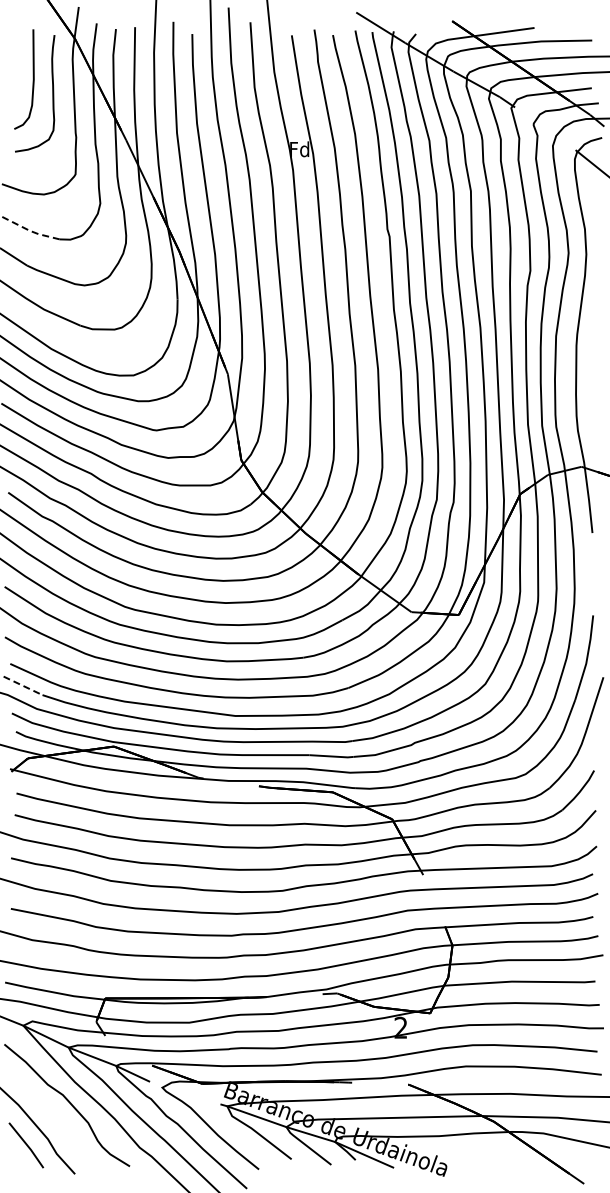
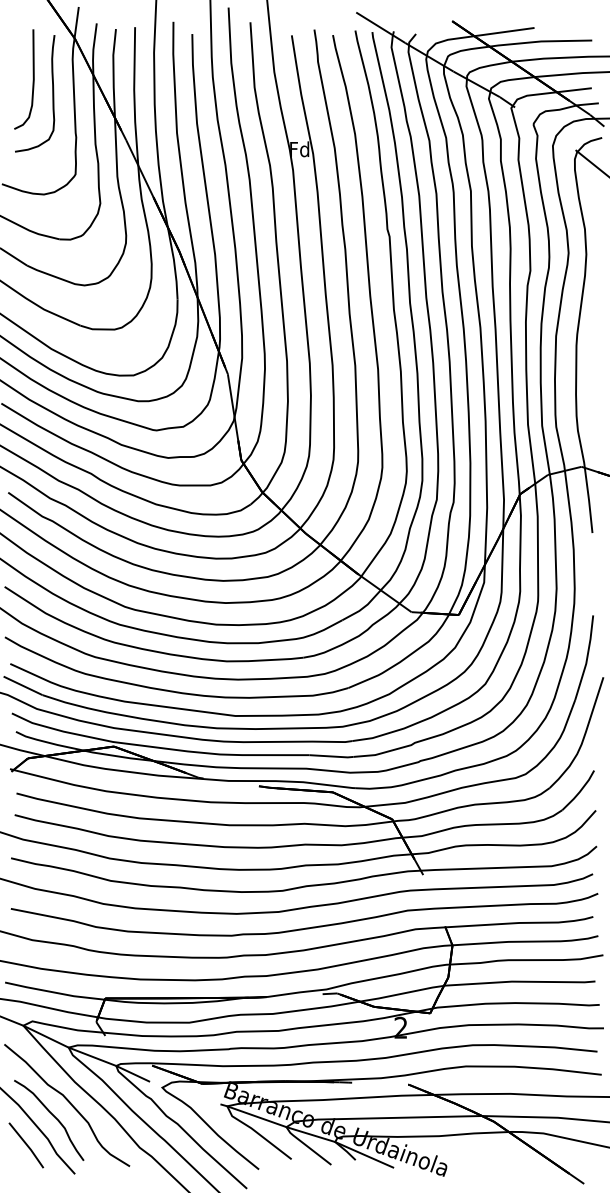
line at (29, 230): dashed -> solid
line at (23, 685): dashed -> solid
curve at (52, 1115): none -> present
